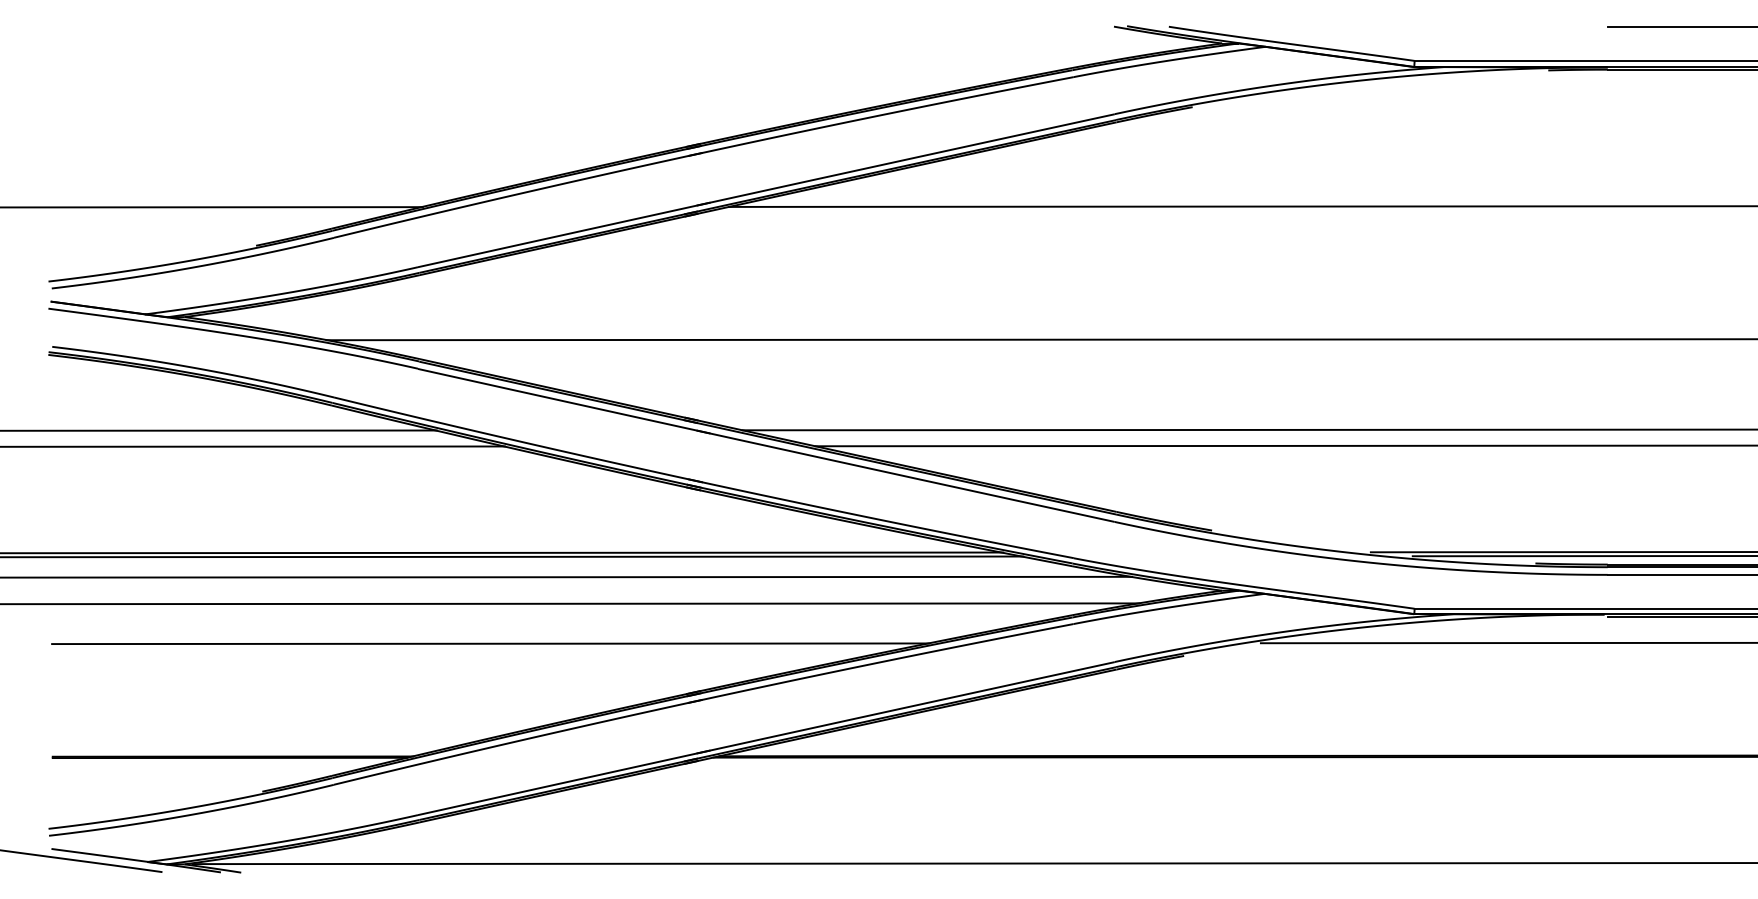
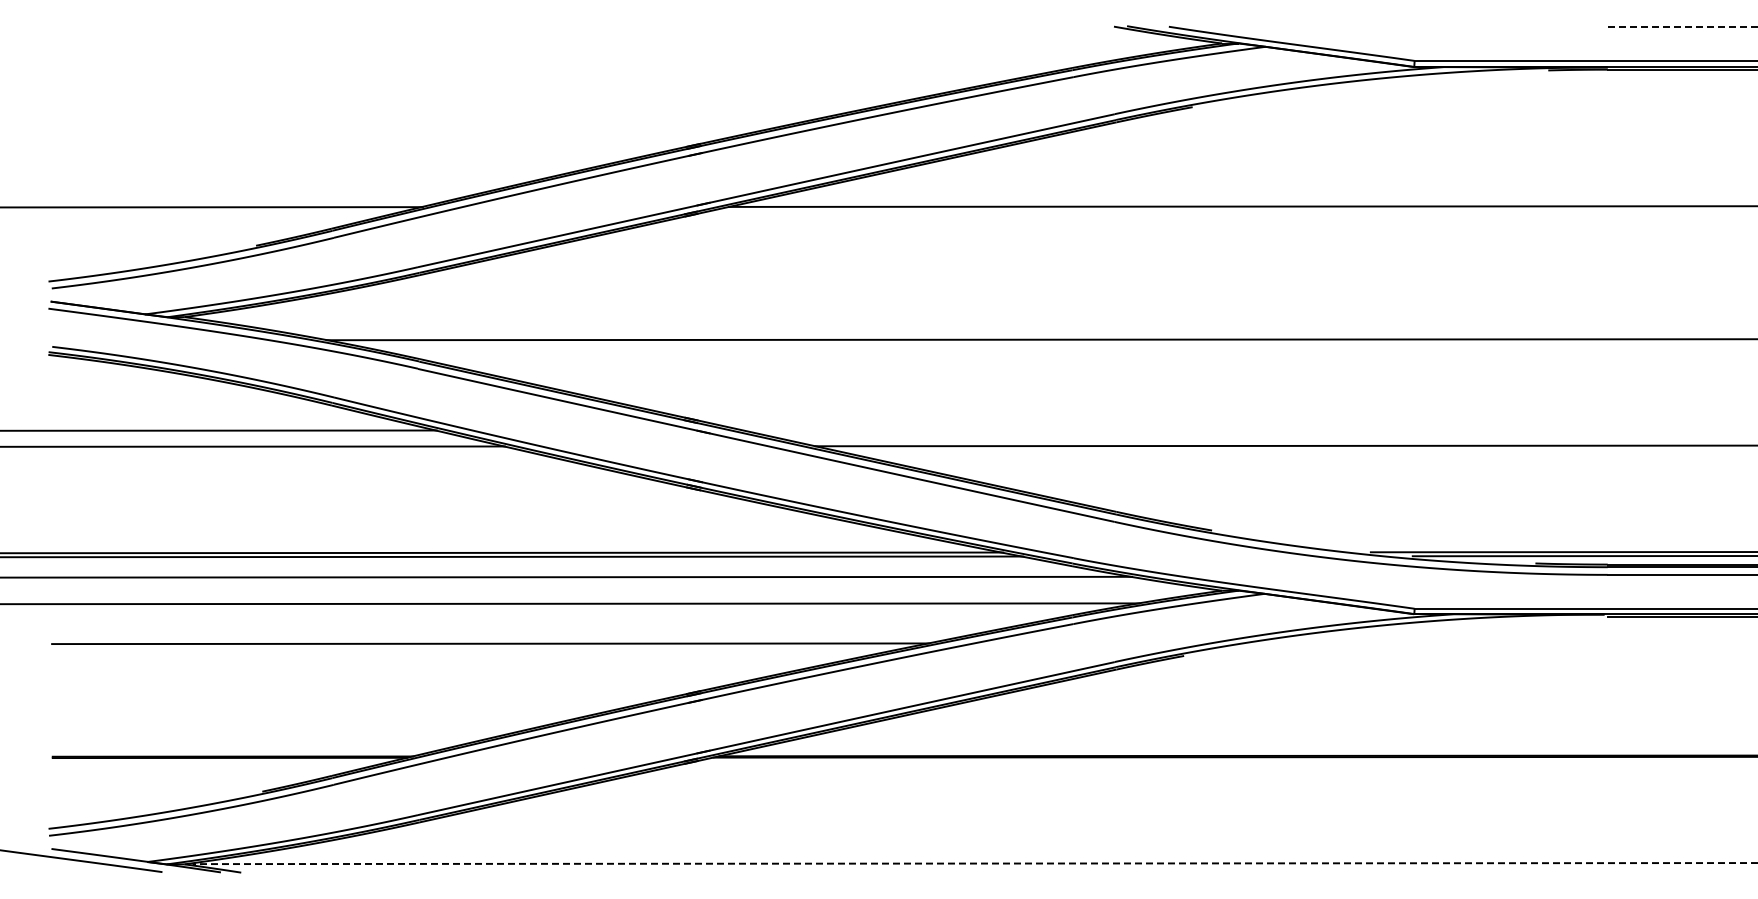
line at (1682, 26): solid -> dashed
line at (1248, 429): present -> none
line at (1507, 642): present -> none
line at (974, 863): solid -> dashed
